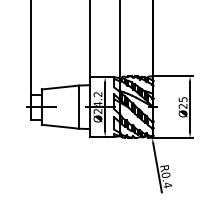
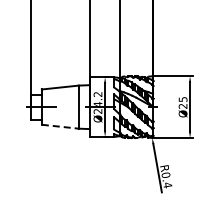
line at (60, 126): solid -> dashed
